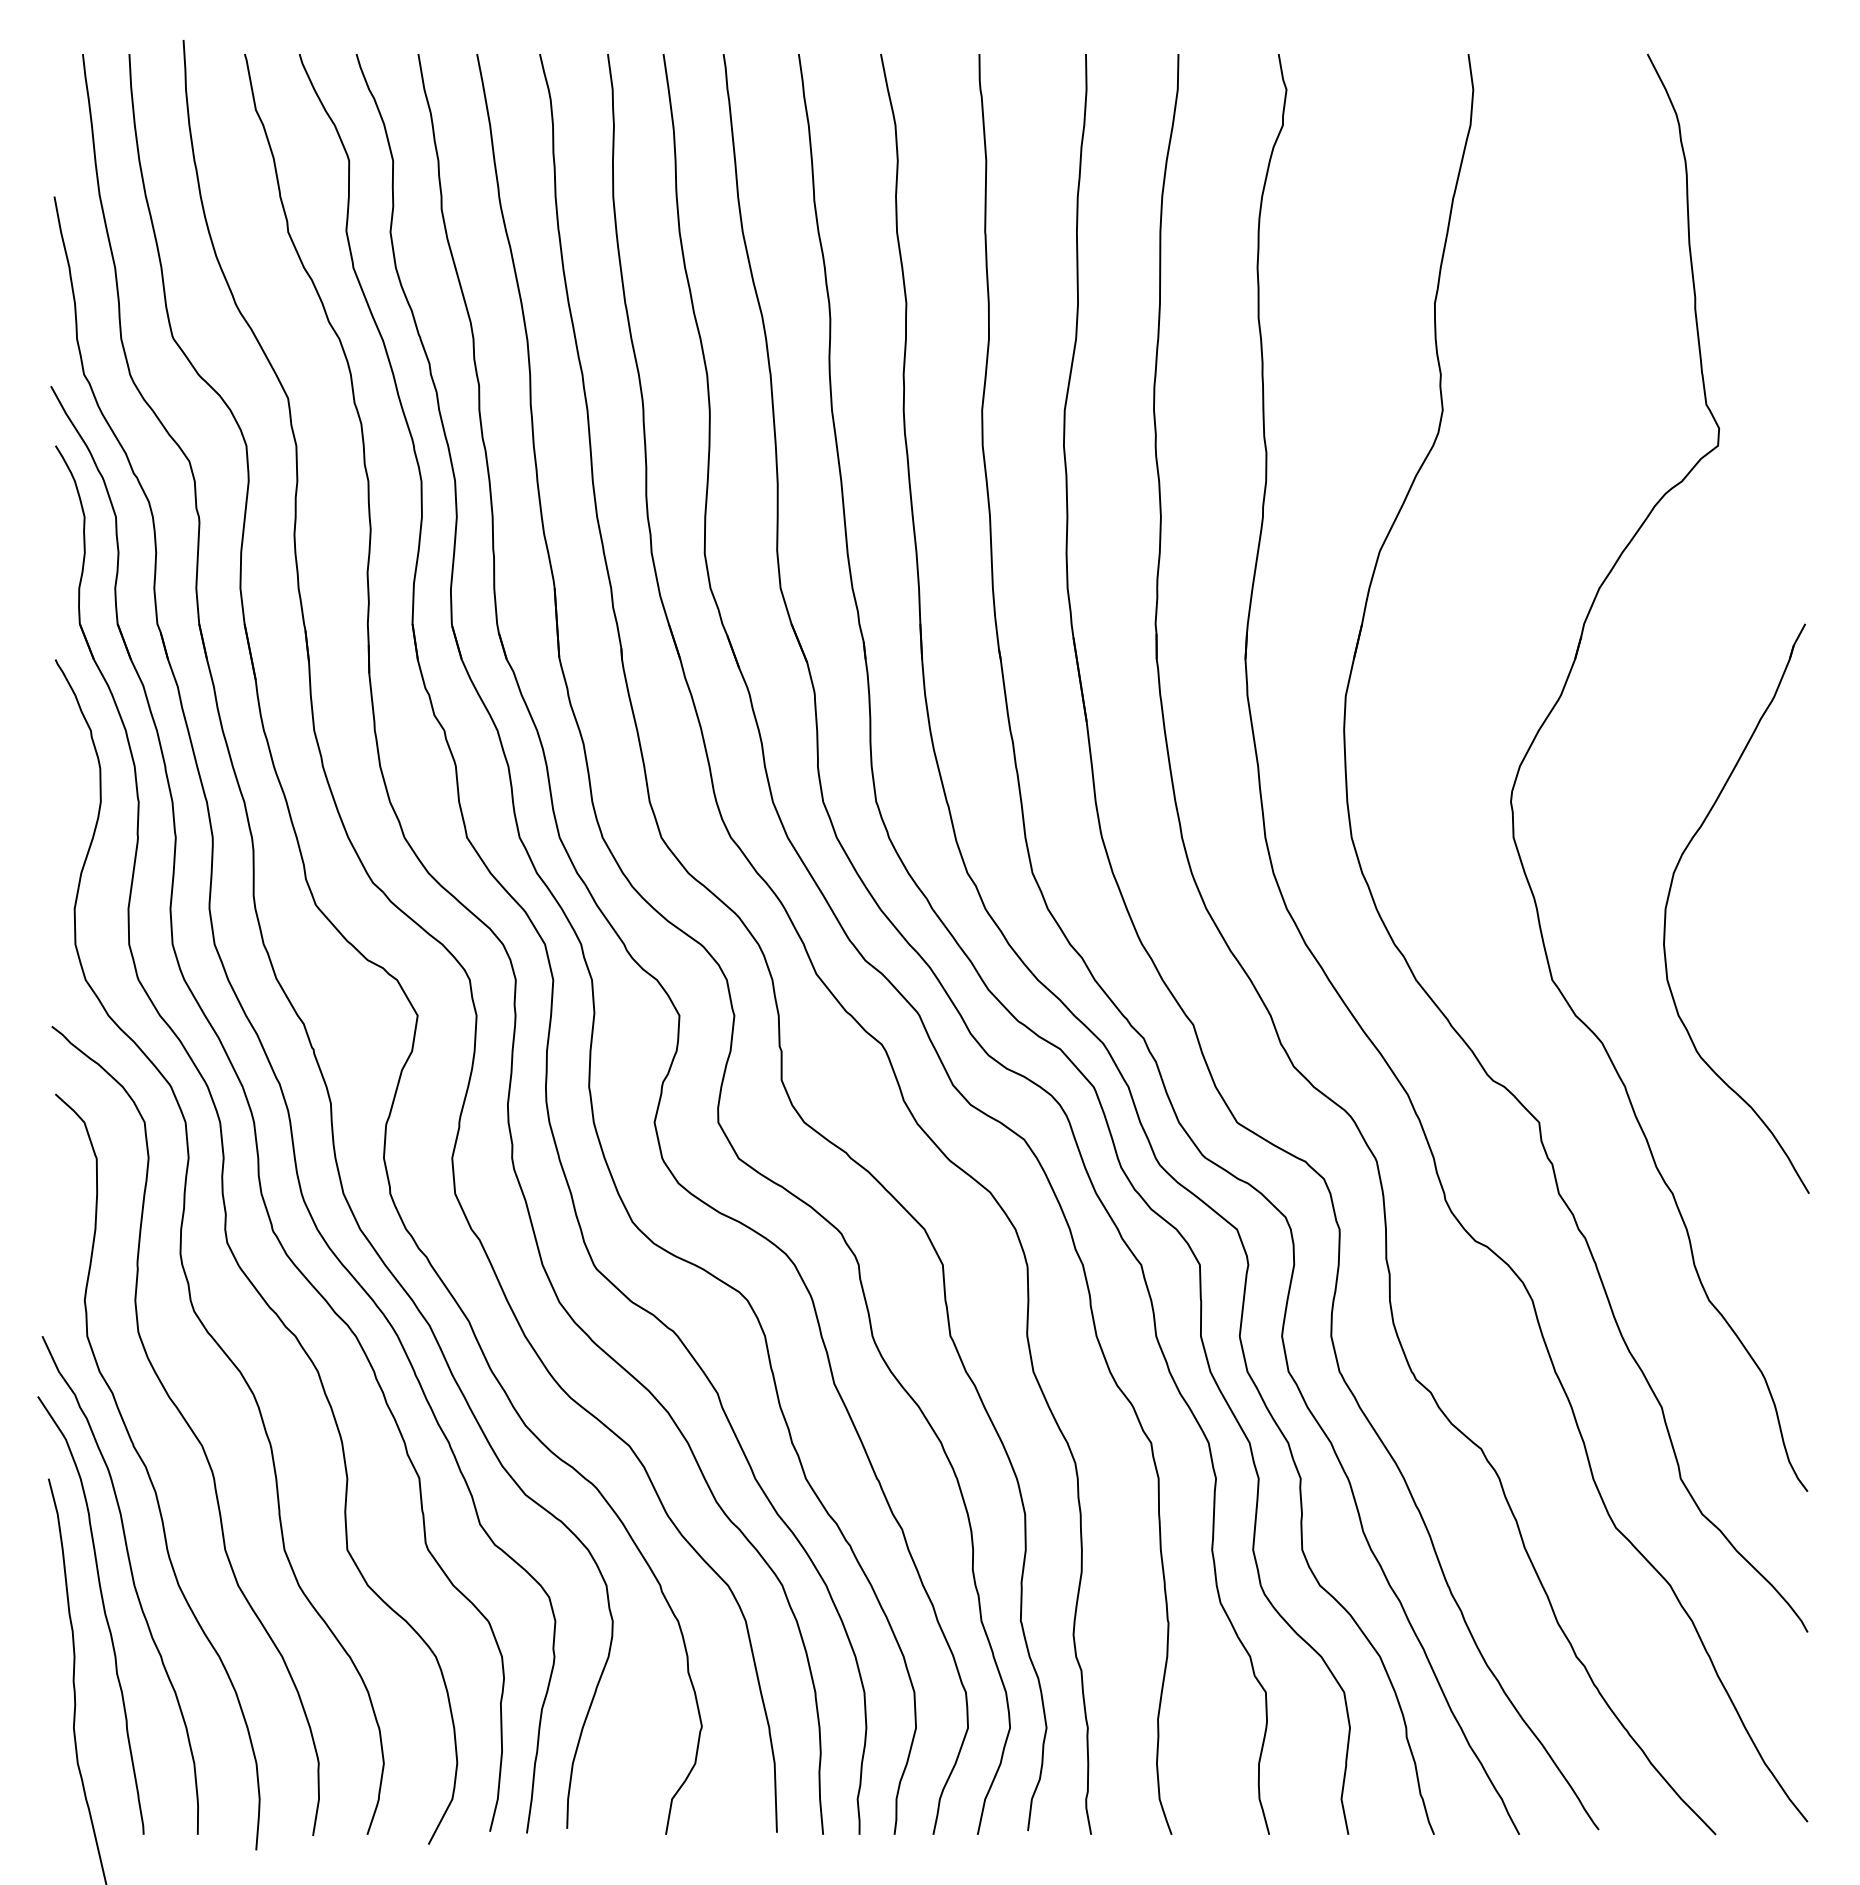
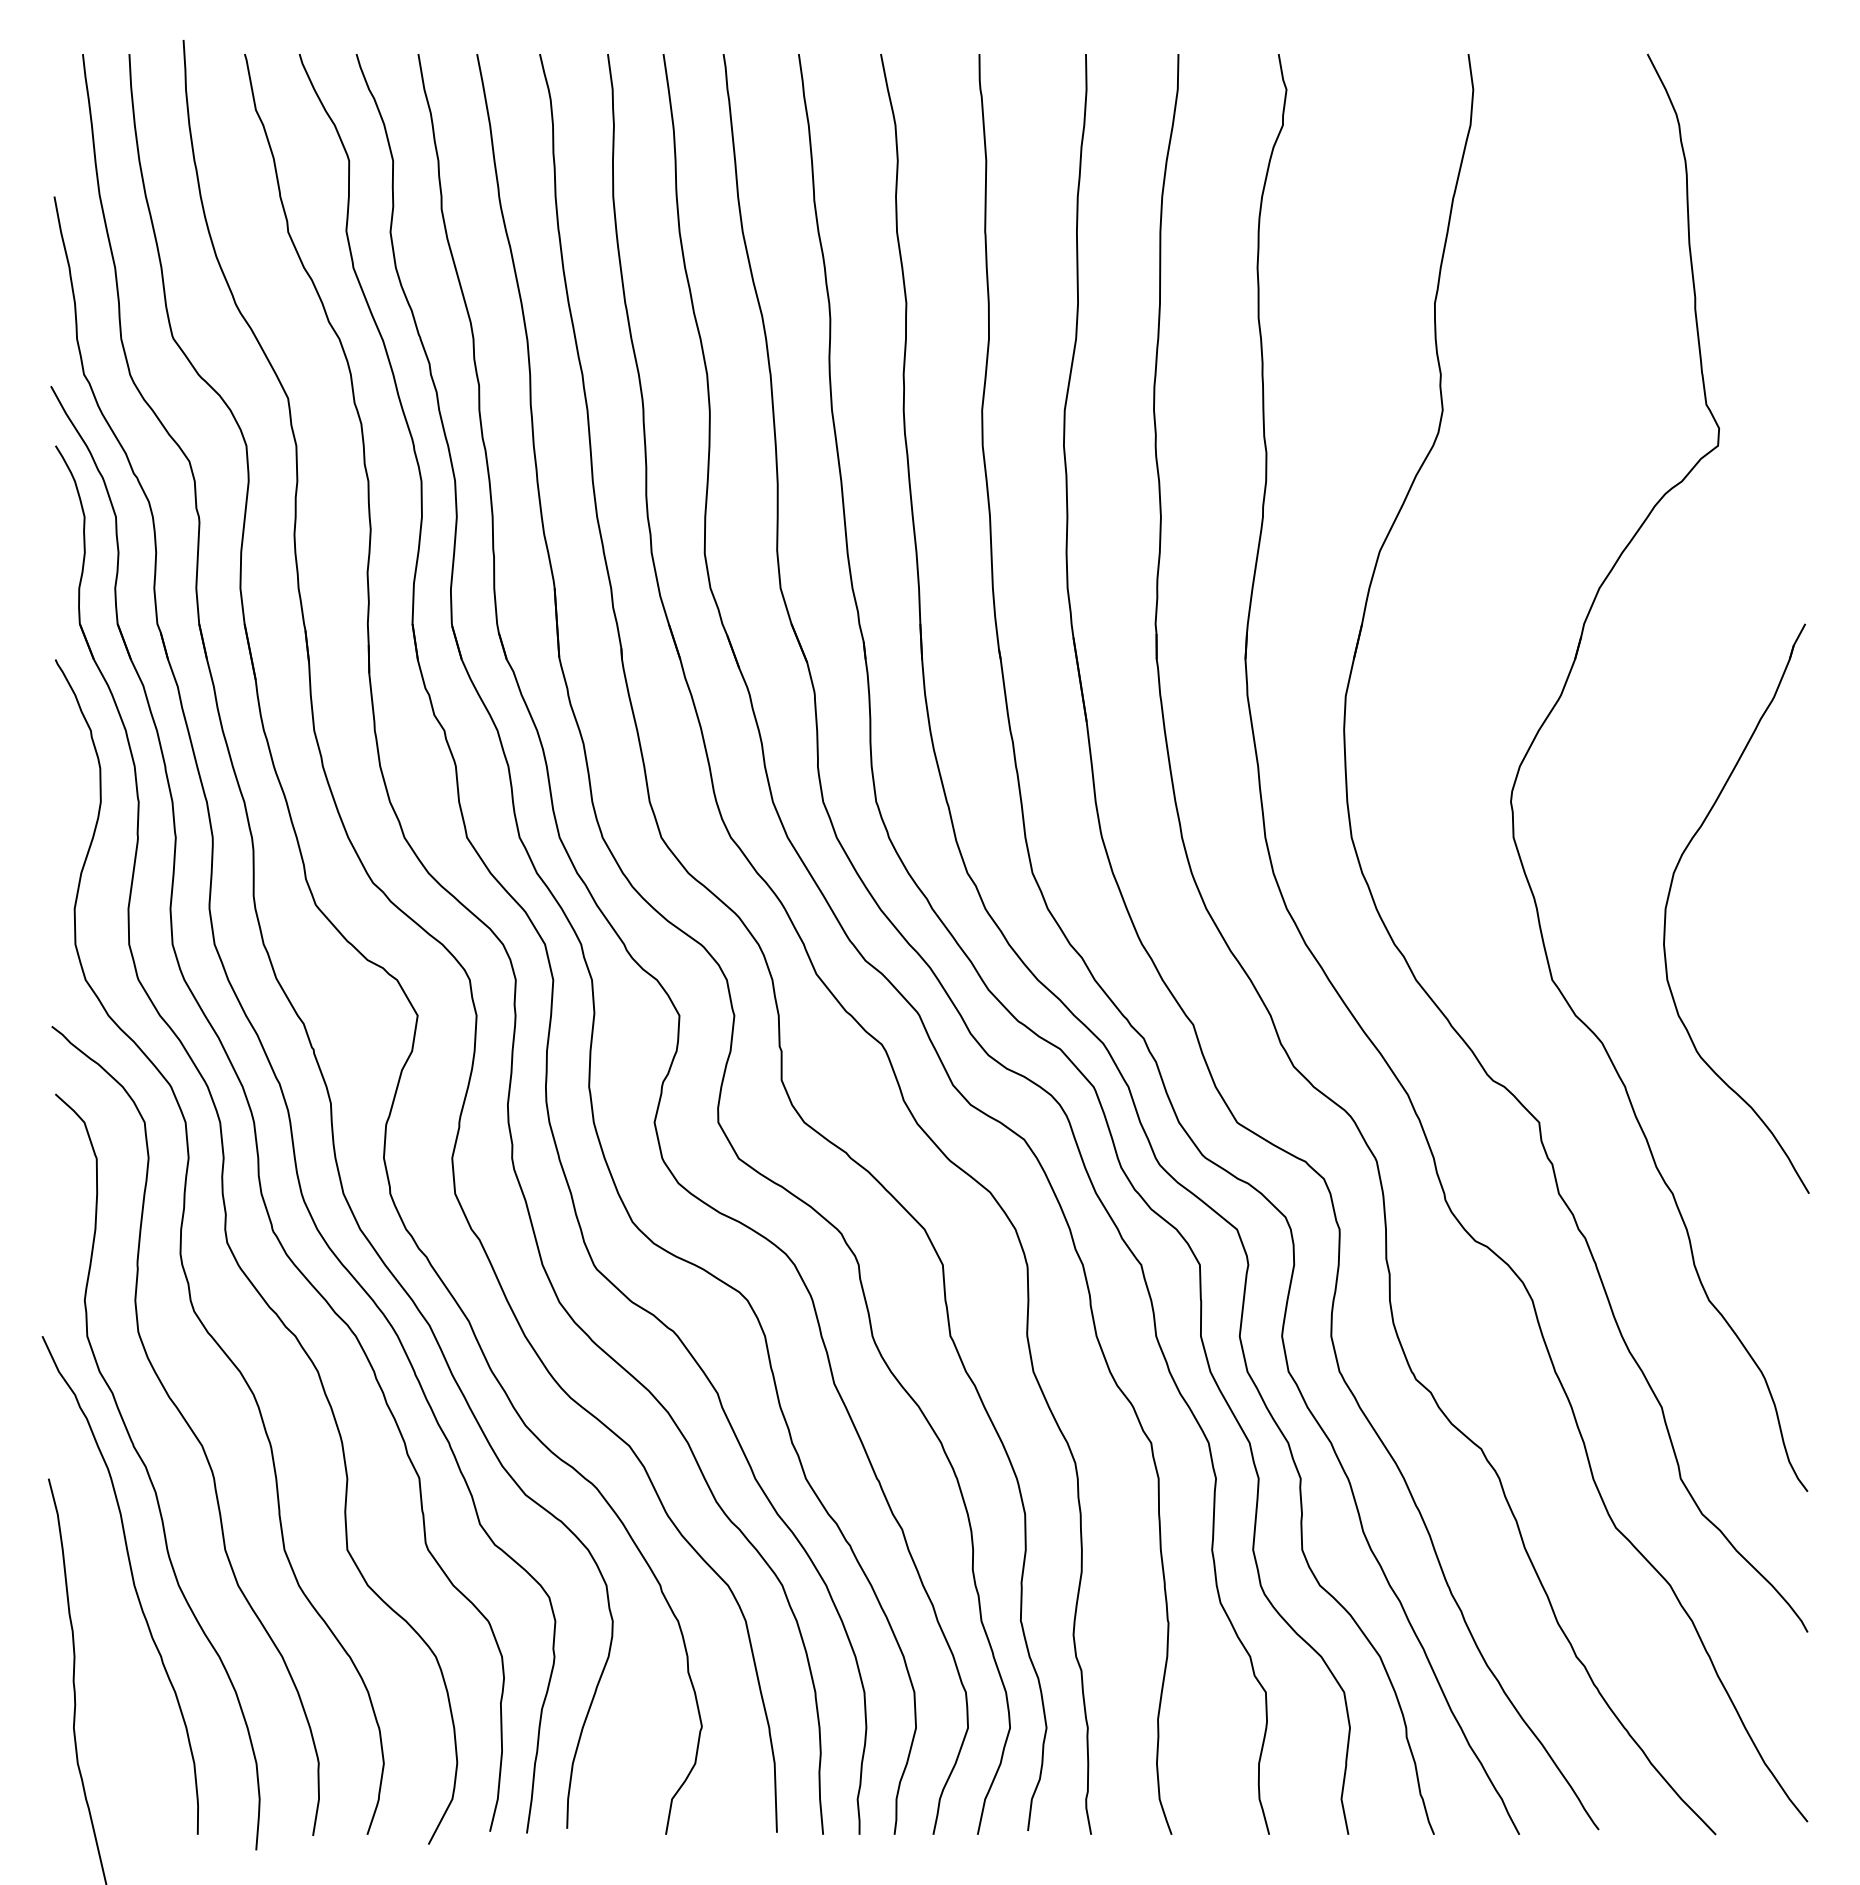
curve at (103, 1611): present -> none
